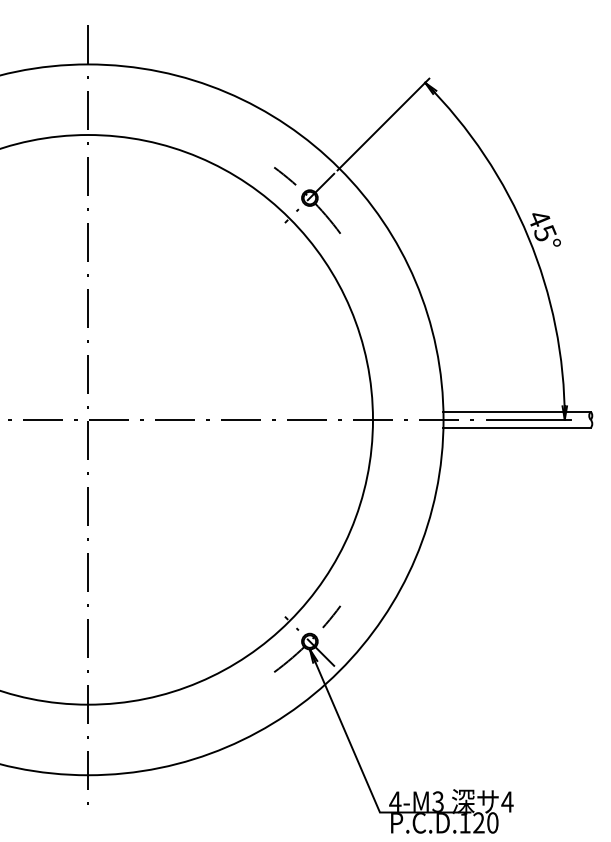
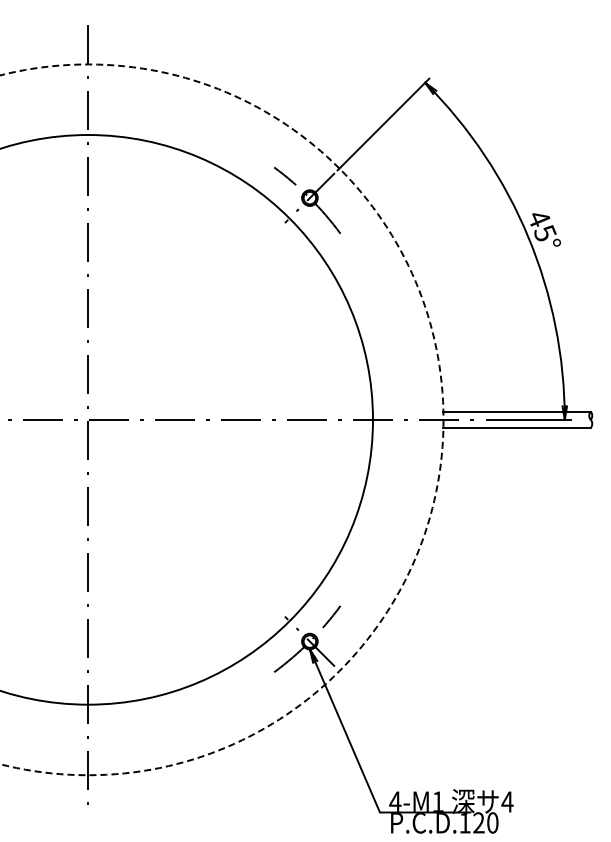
circle at (221, 419): solid -> dashed
text at (437, 801): 4-M3 -> 4-M1
